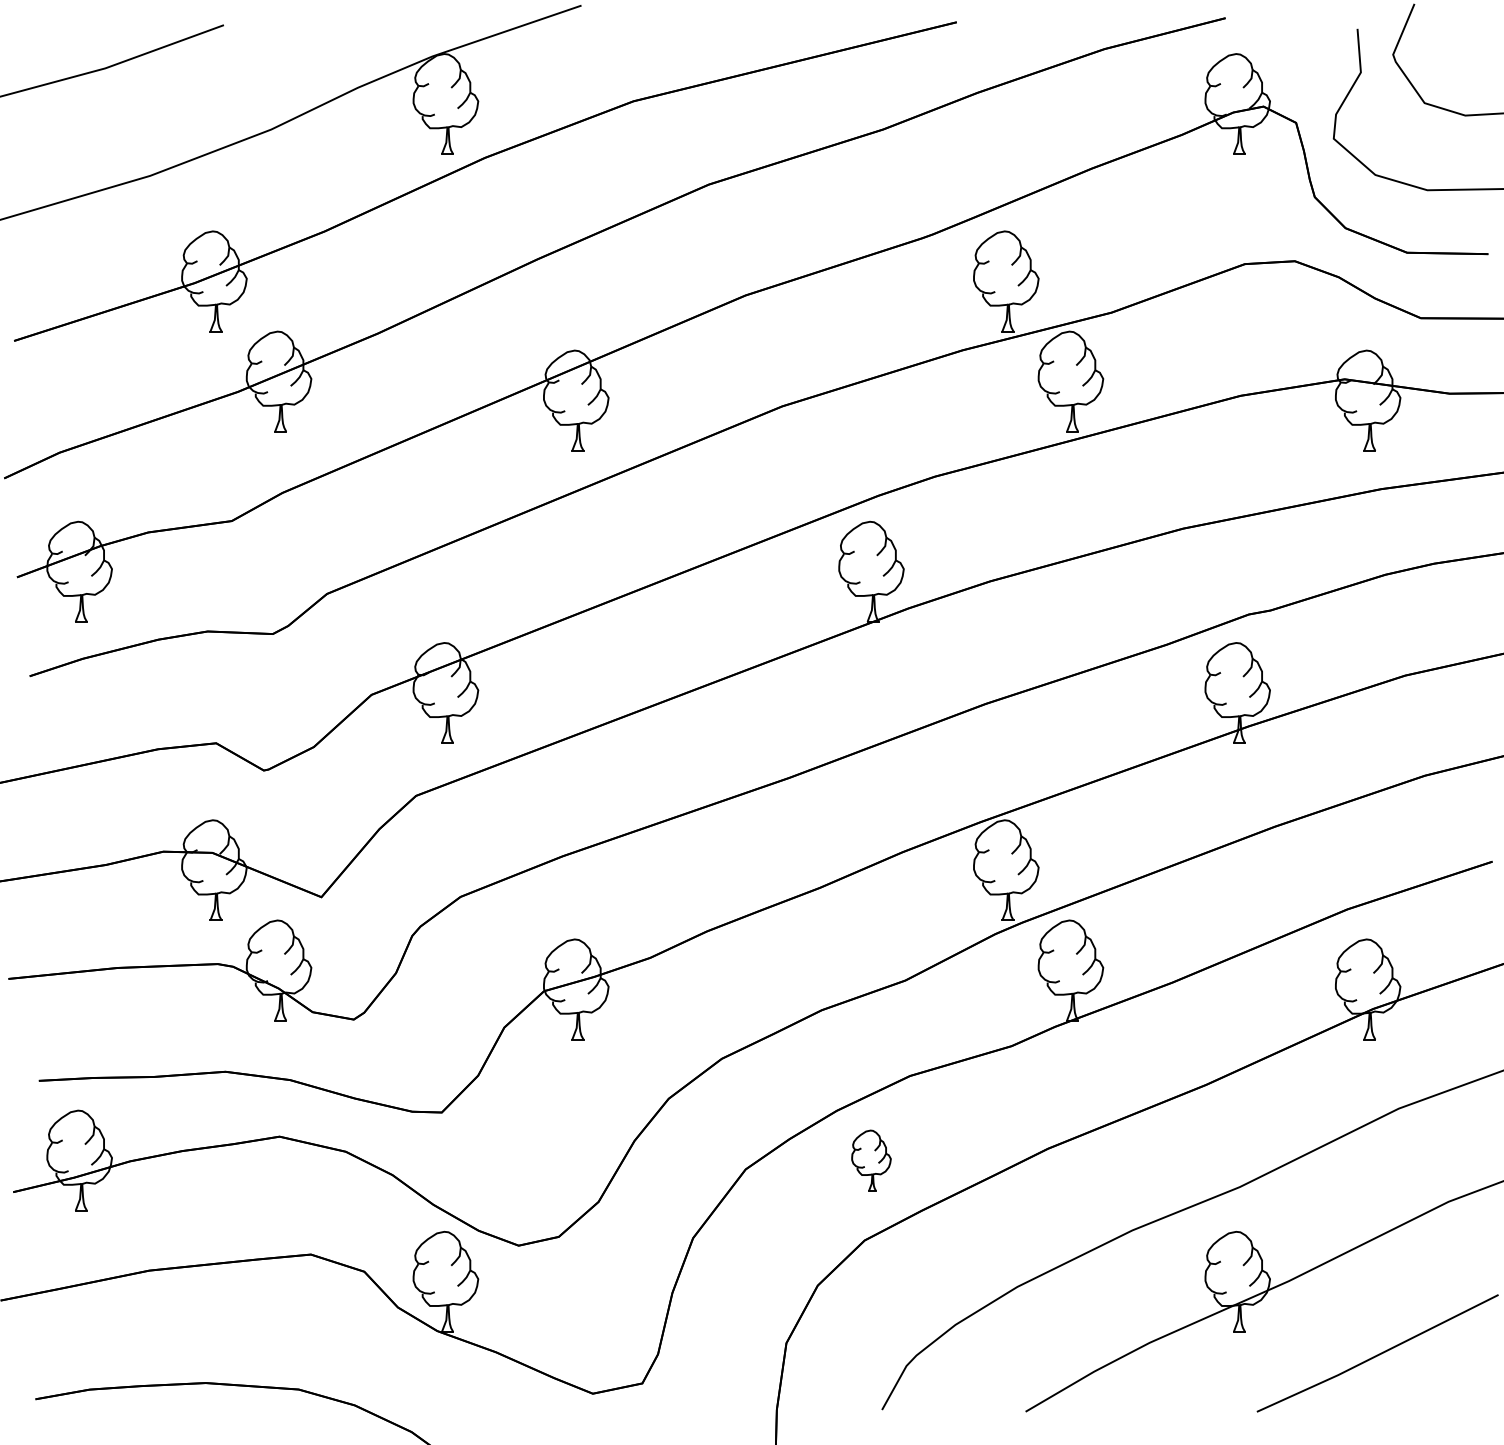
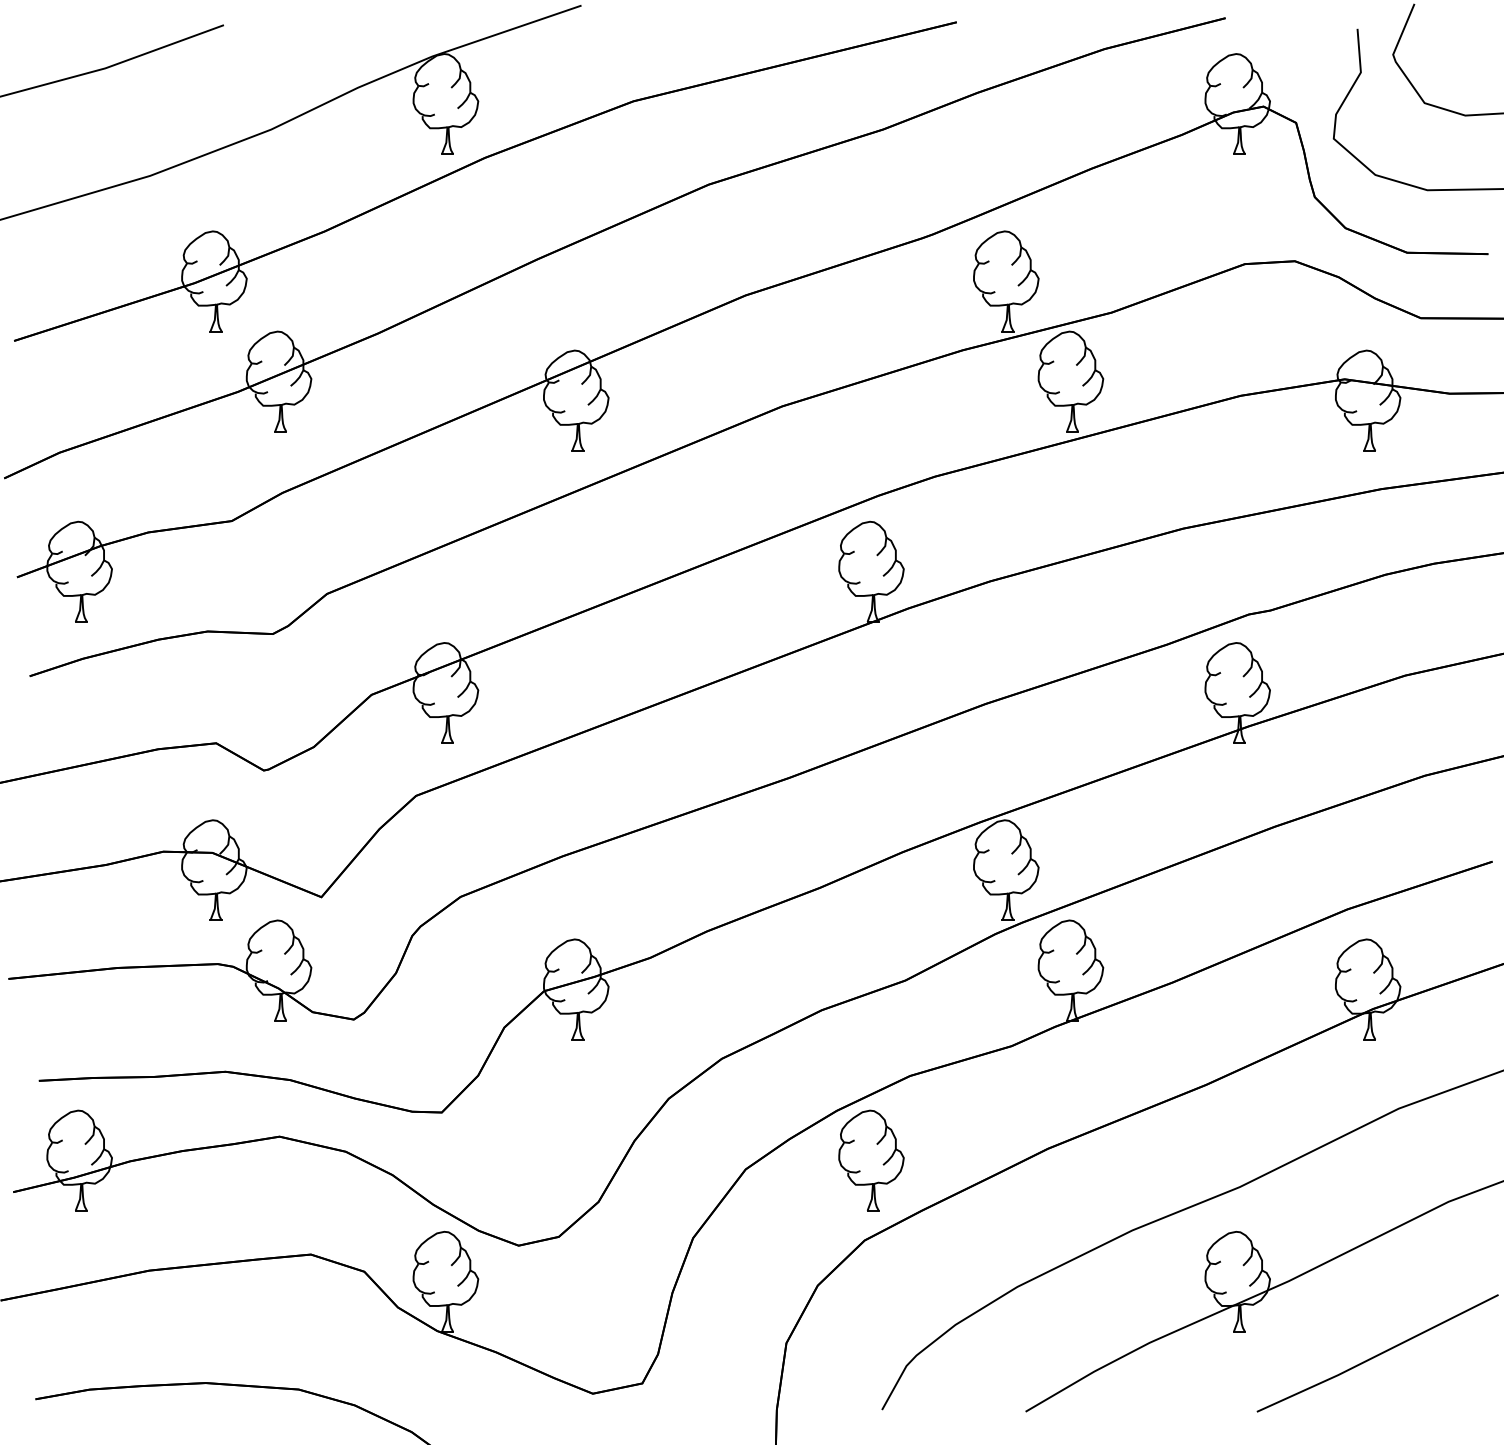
part at (871, 1160) size: 41x63 px -> 67x103 px
